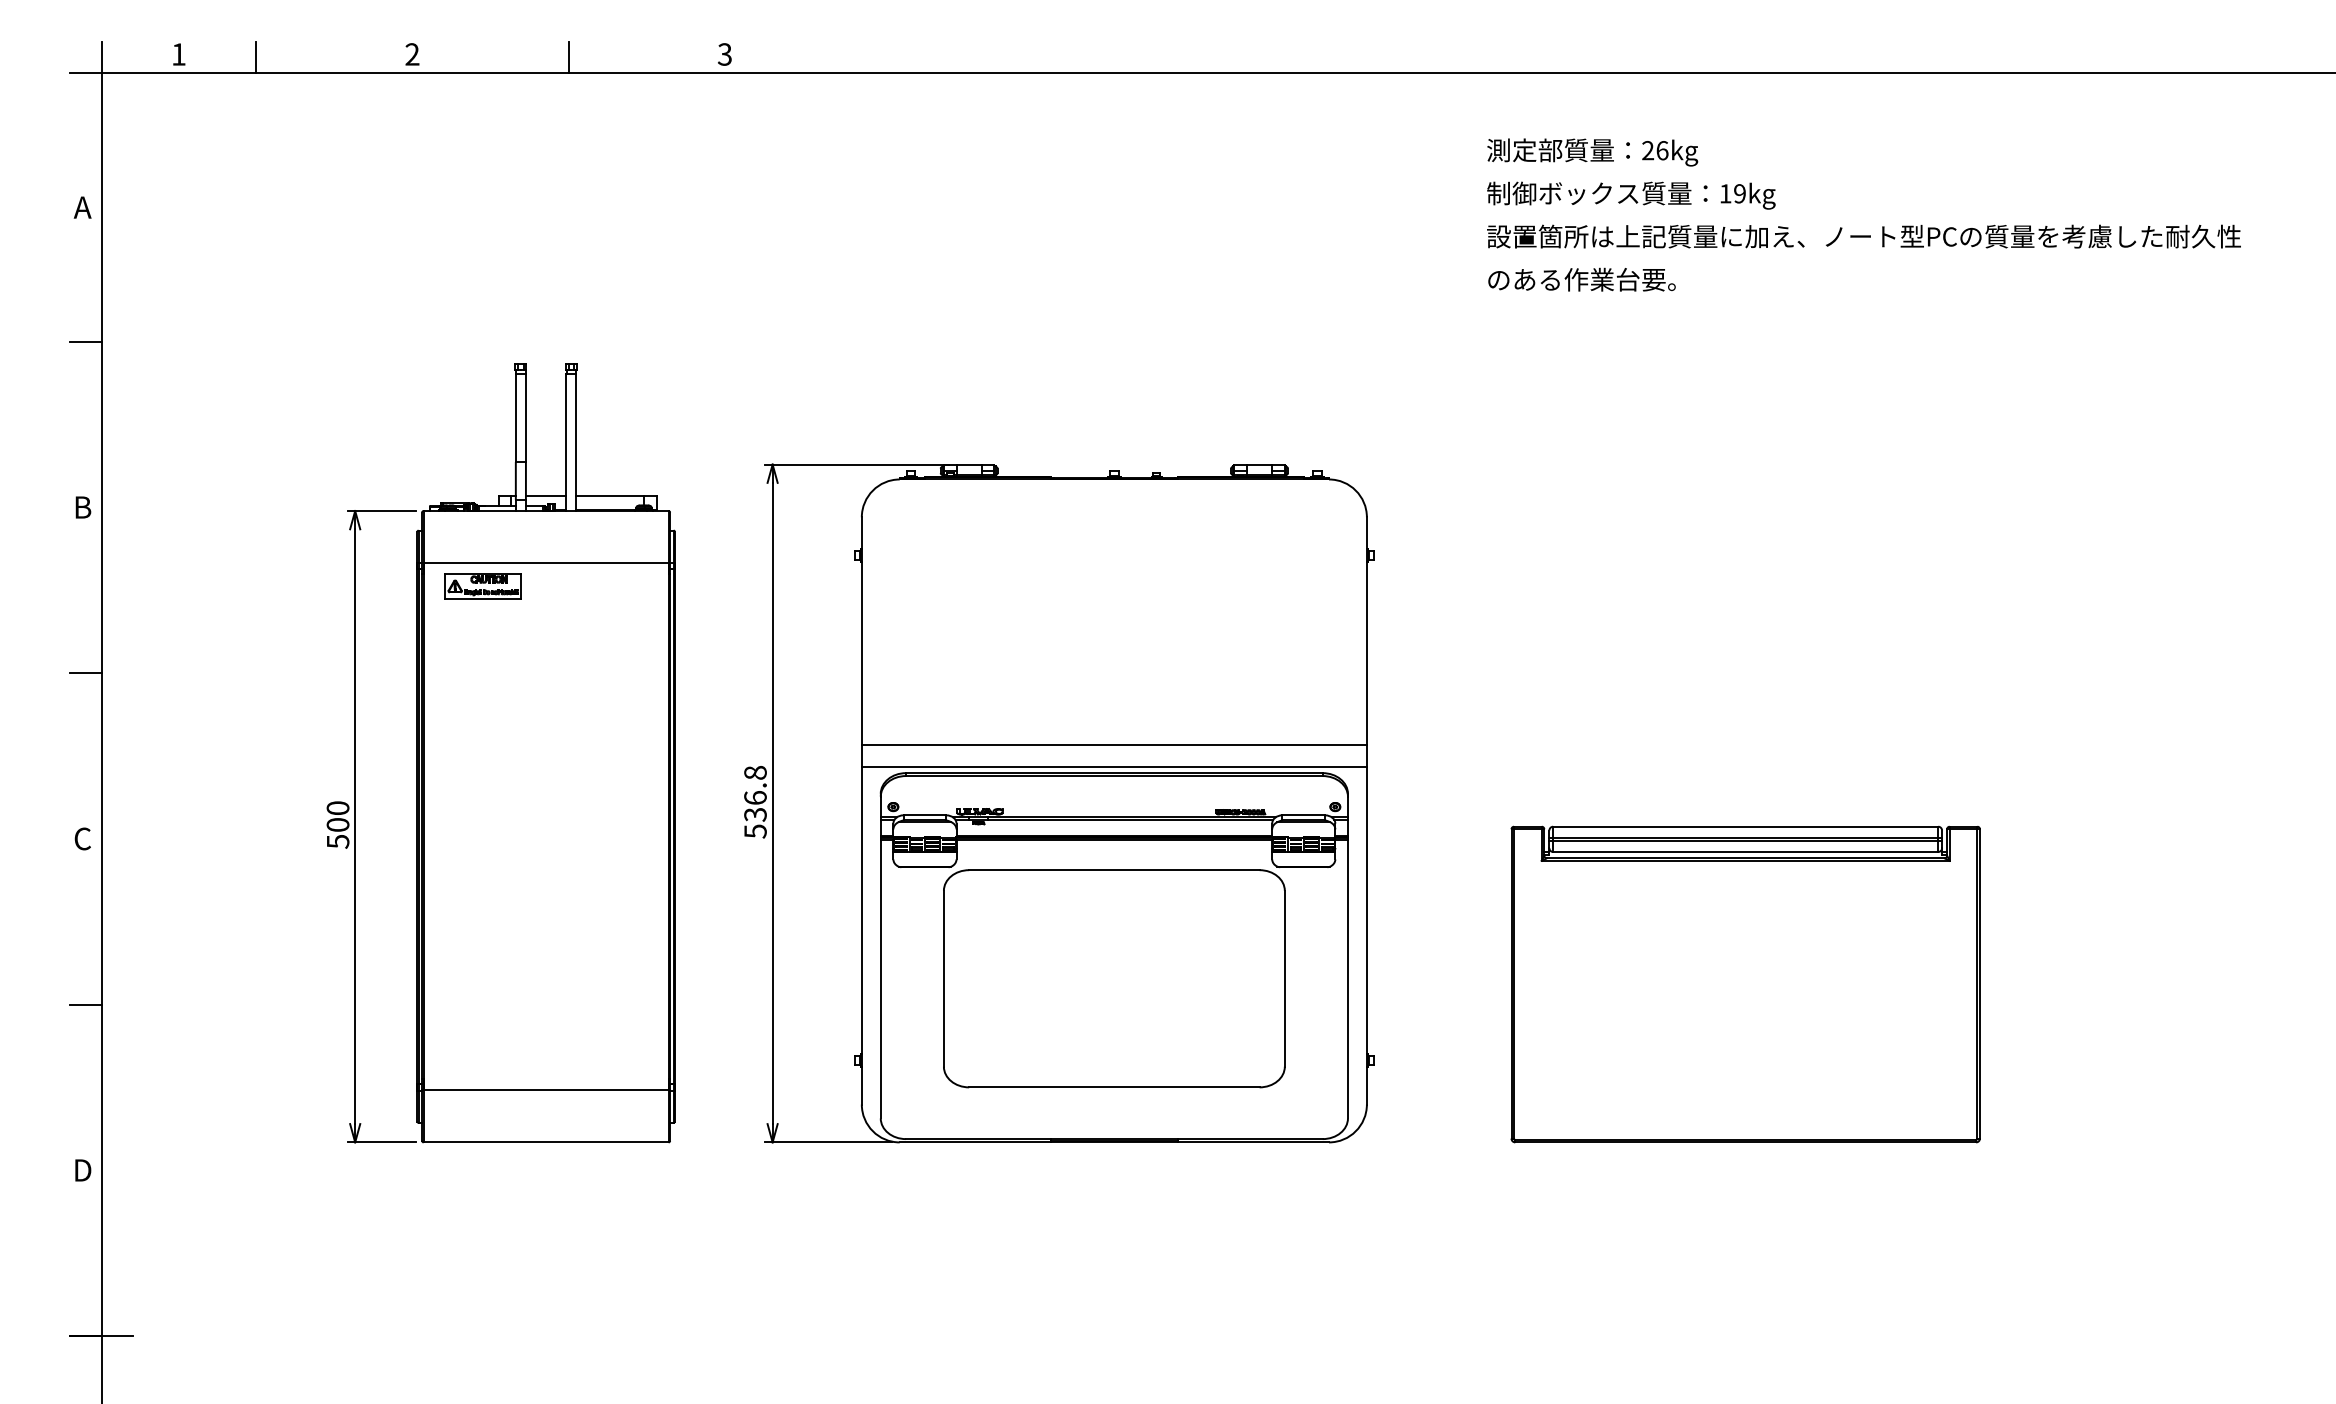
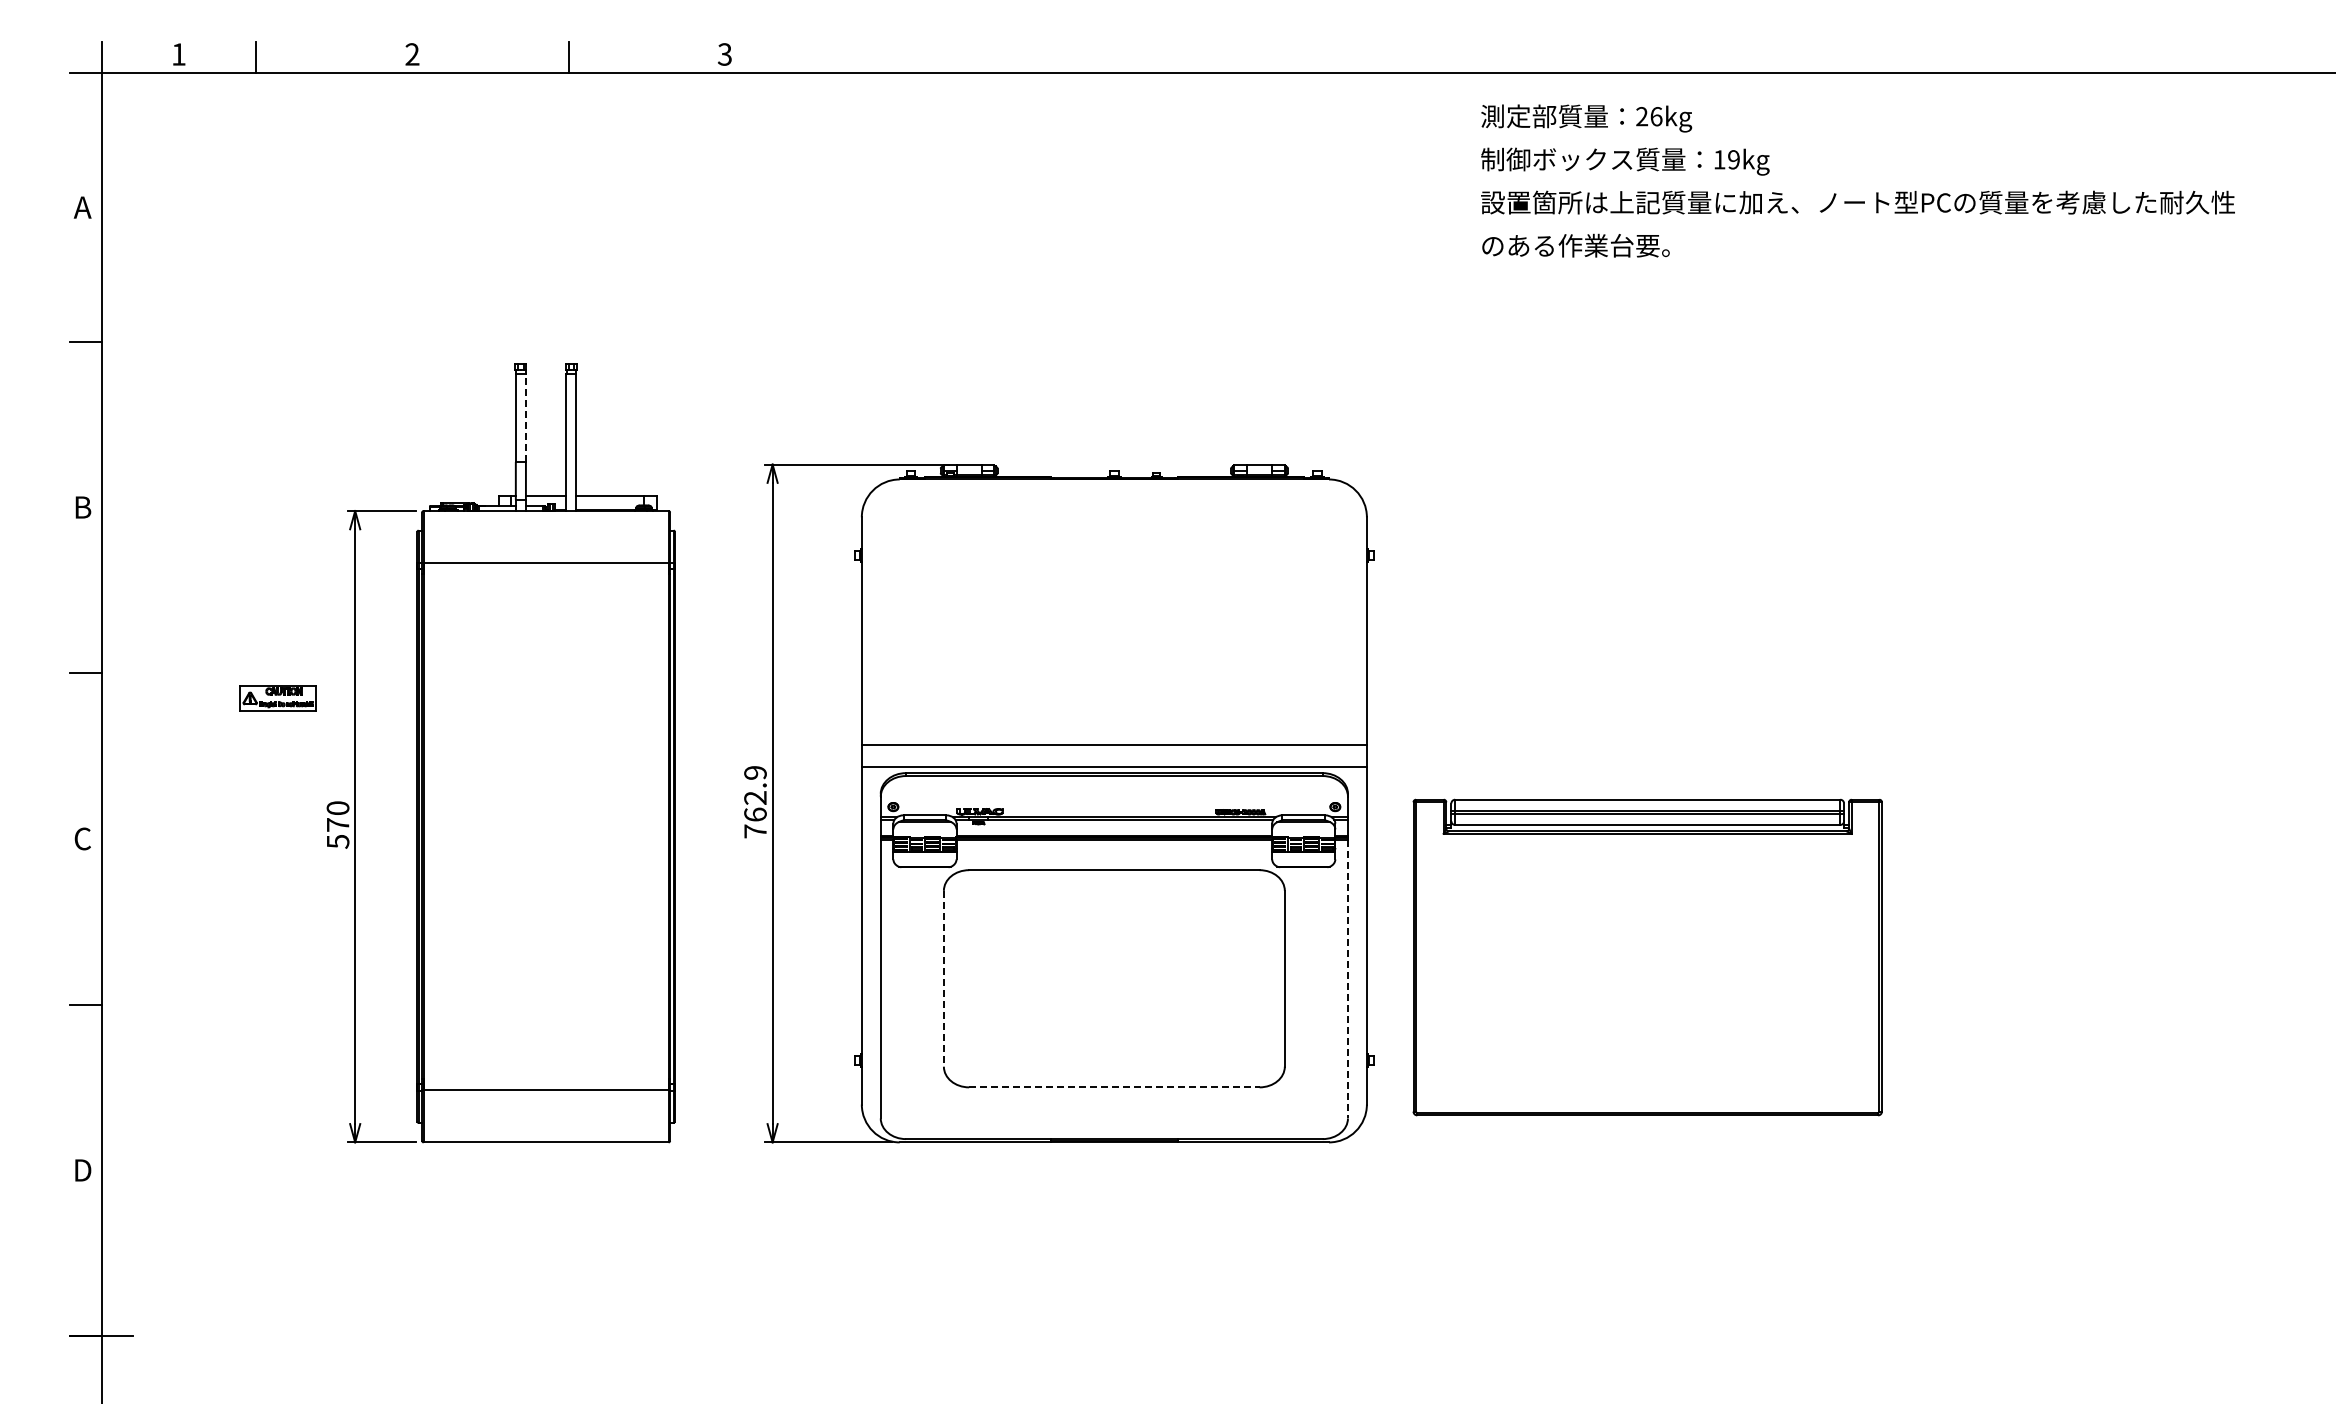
text at (1863, 214) position: (1863, 214) -> (1857, 180)
line at (525, 417): solid -> dashed
part at (482, 586) position: (482, 586) -> (277, 698)
text at (755, 802): 536.8 -> 762.9
text at (337, 824): 500 -> 570
line at (943, 978): solid -> dashed
line at (1347, 979): solid -> dashed
part at (1745, 984) position: (1745, 984) -> (1647, 957)
line at (1114, 1087): solid -> dashed
